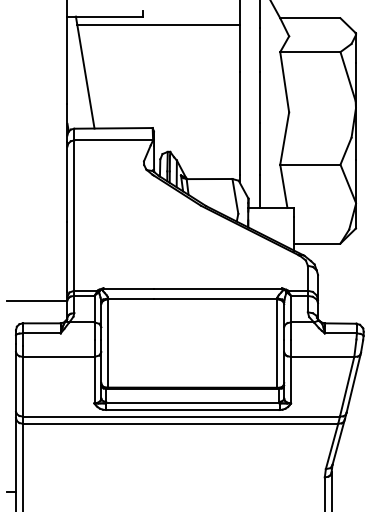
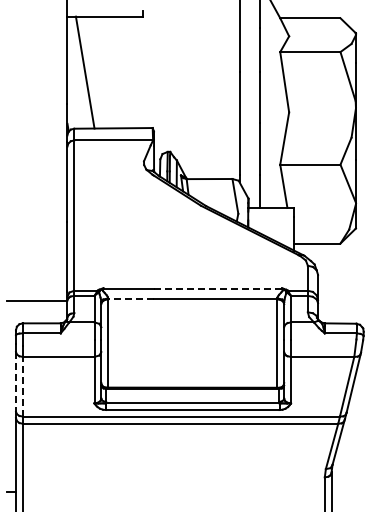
line at (158, 24): present -> none
line at (218, 288): solid -> dashed
line at (130, 299): solid -> dashed
line at (16, 381): solid -> dashed
line at (22, 386): solid -> dashed
